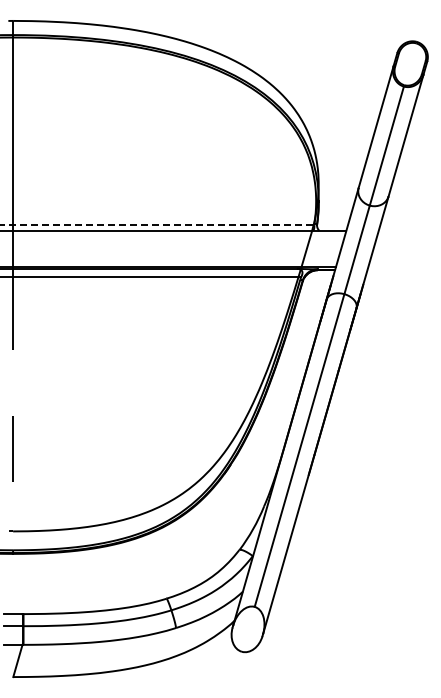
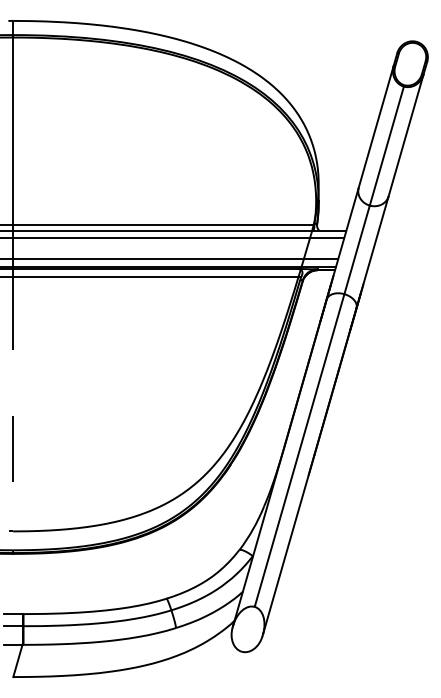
line at (157, 225): dashed -> solid
line at (173, 238): none -> present
line at (170, 259): none -> present
